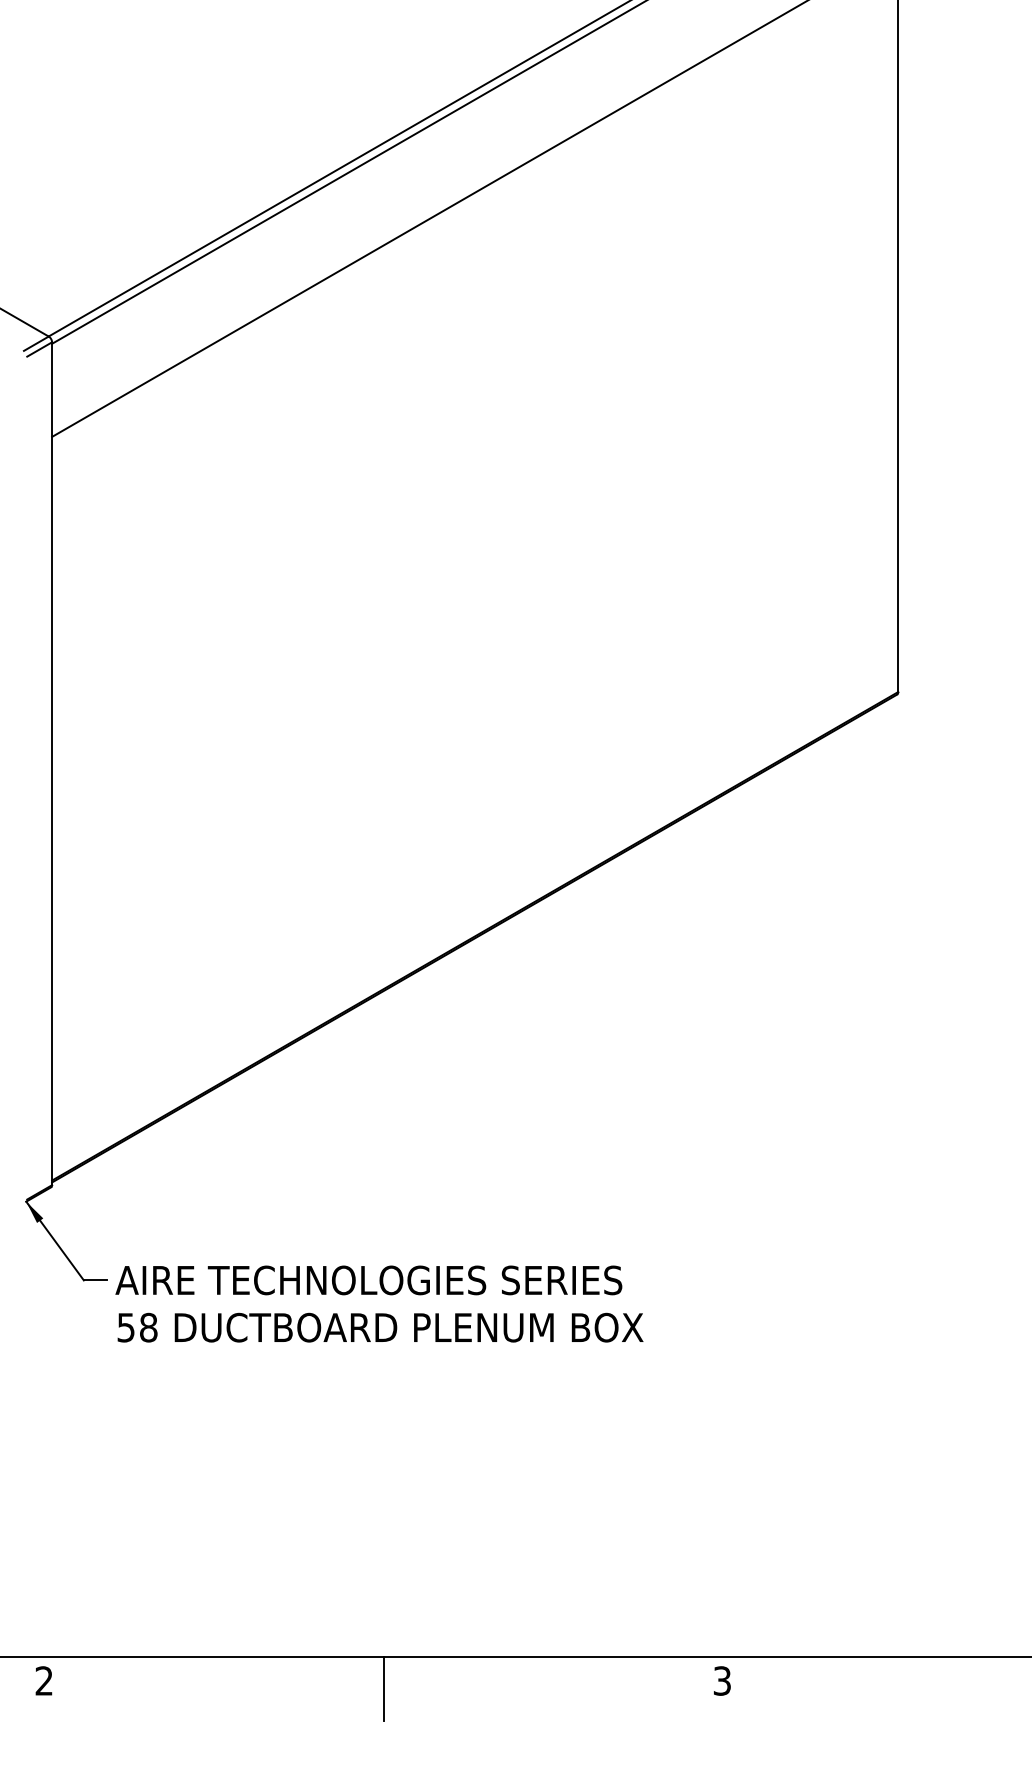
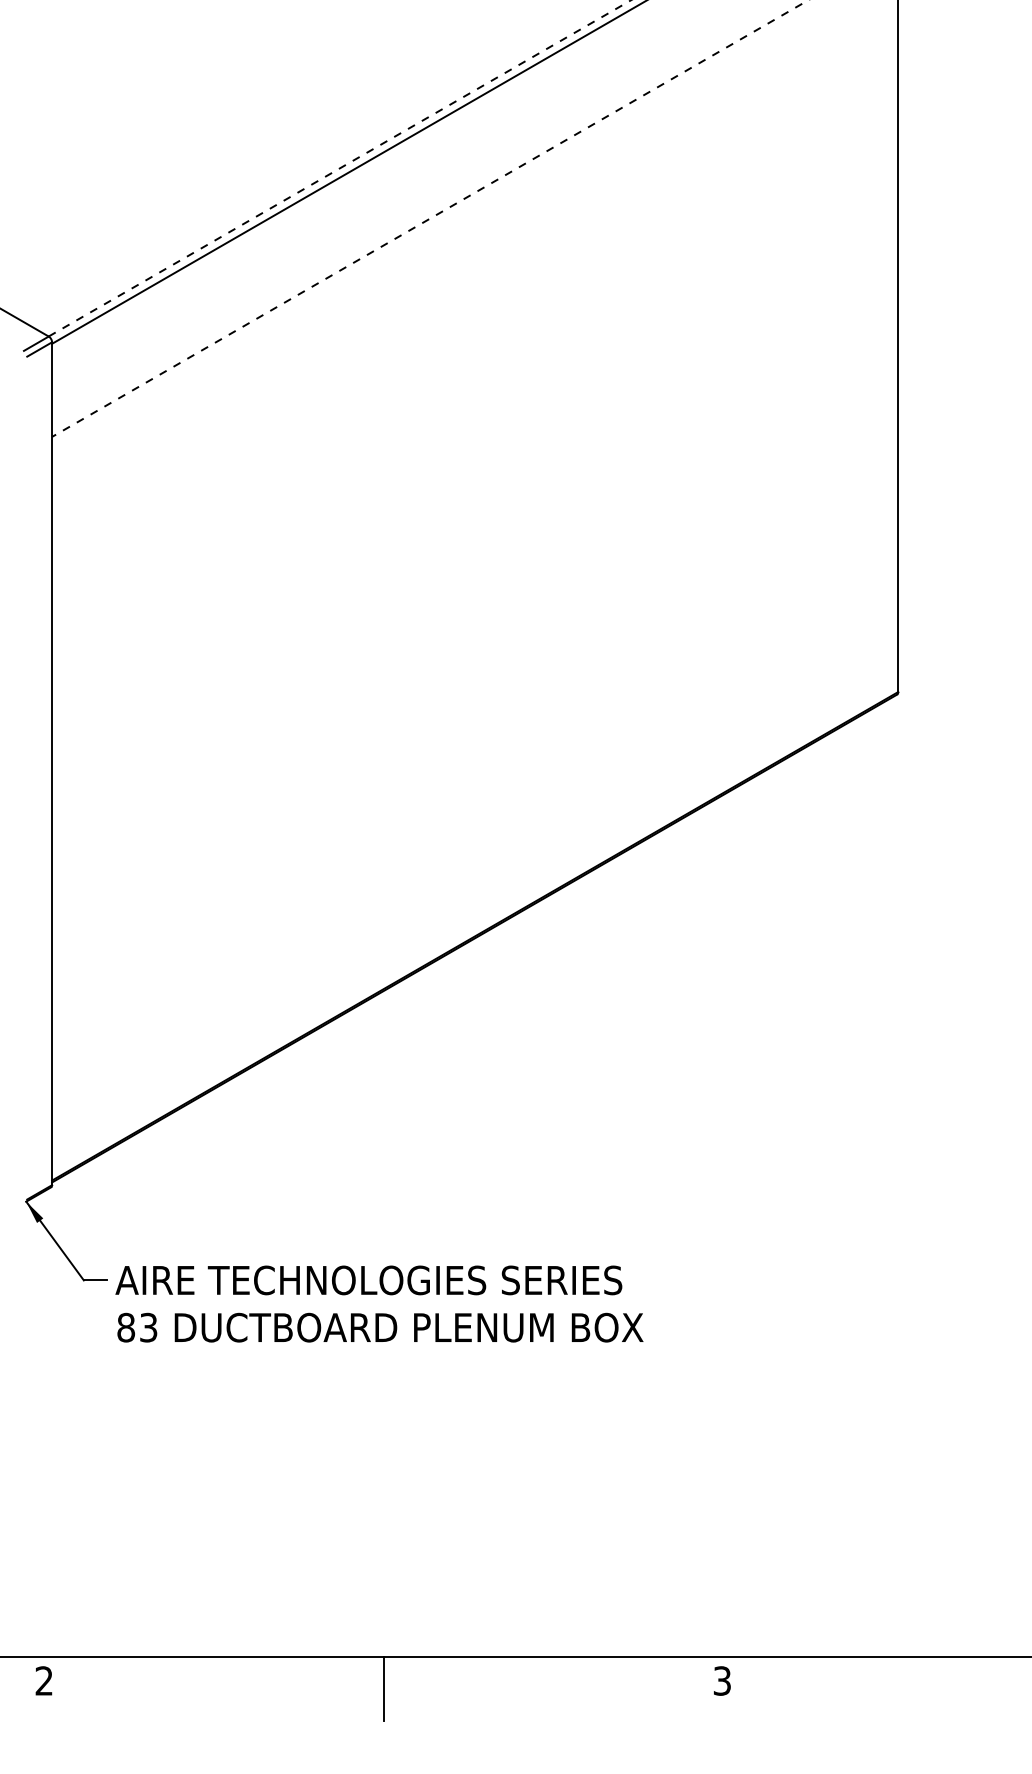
line at (340, 168): solid -> dashed
line at (429, 218): solid -> dashed
text at (137, 1327): 58 -> 83
